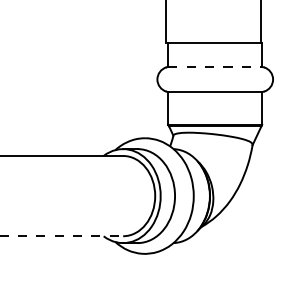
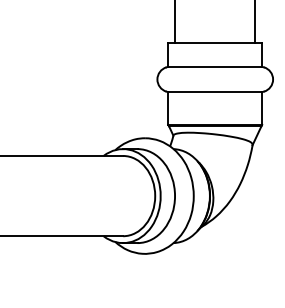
line at (166, 22) position: (166, 22) -> (175, 22)
line at (261, 22) position: (261, 22) -> (255, 22)
line at (215, 66): dashed -> solid
line at (62, 236): dashed -> solid
